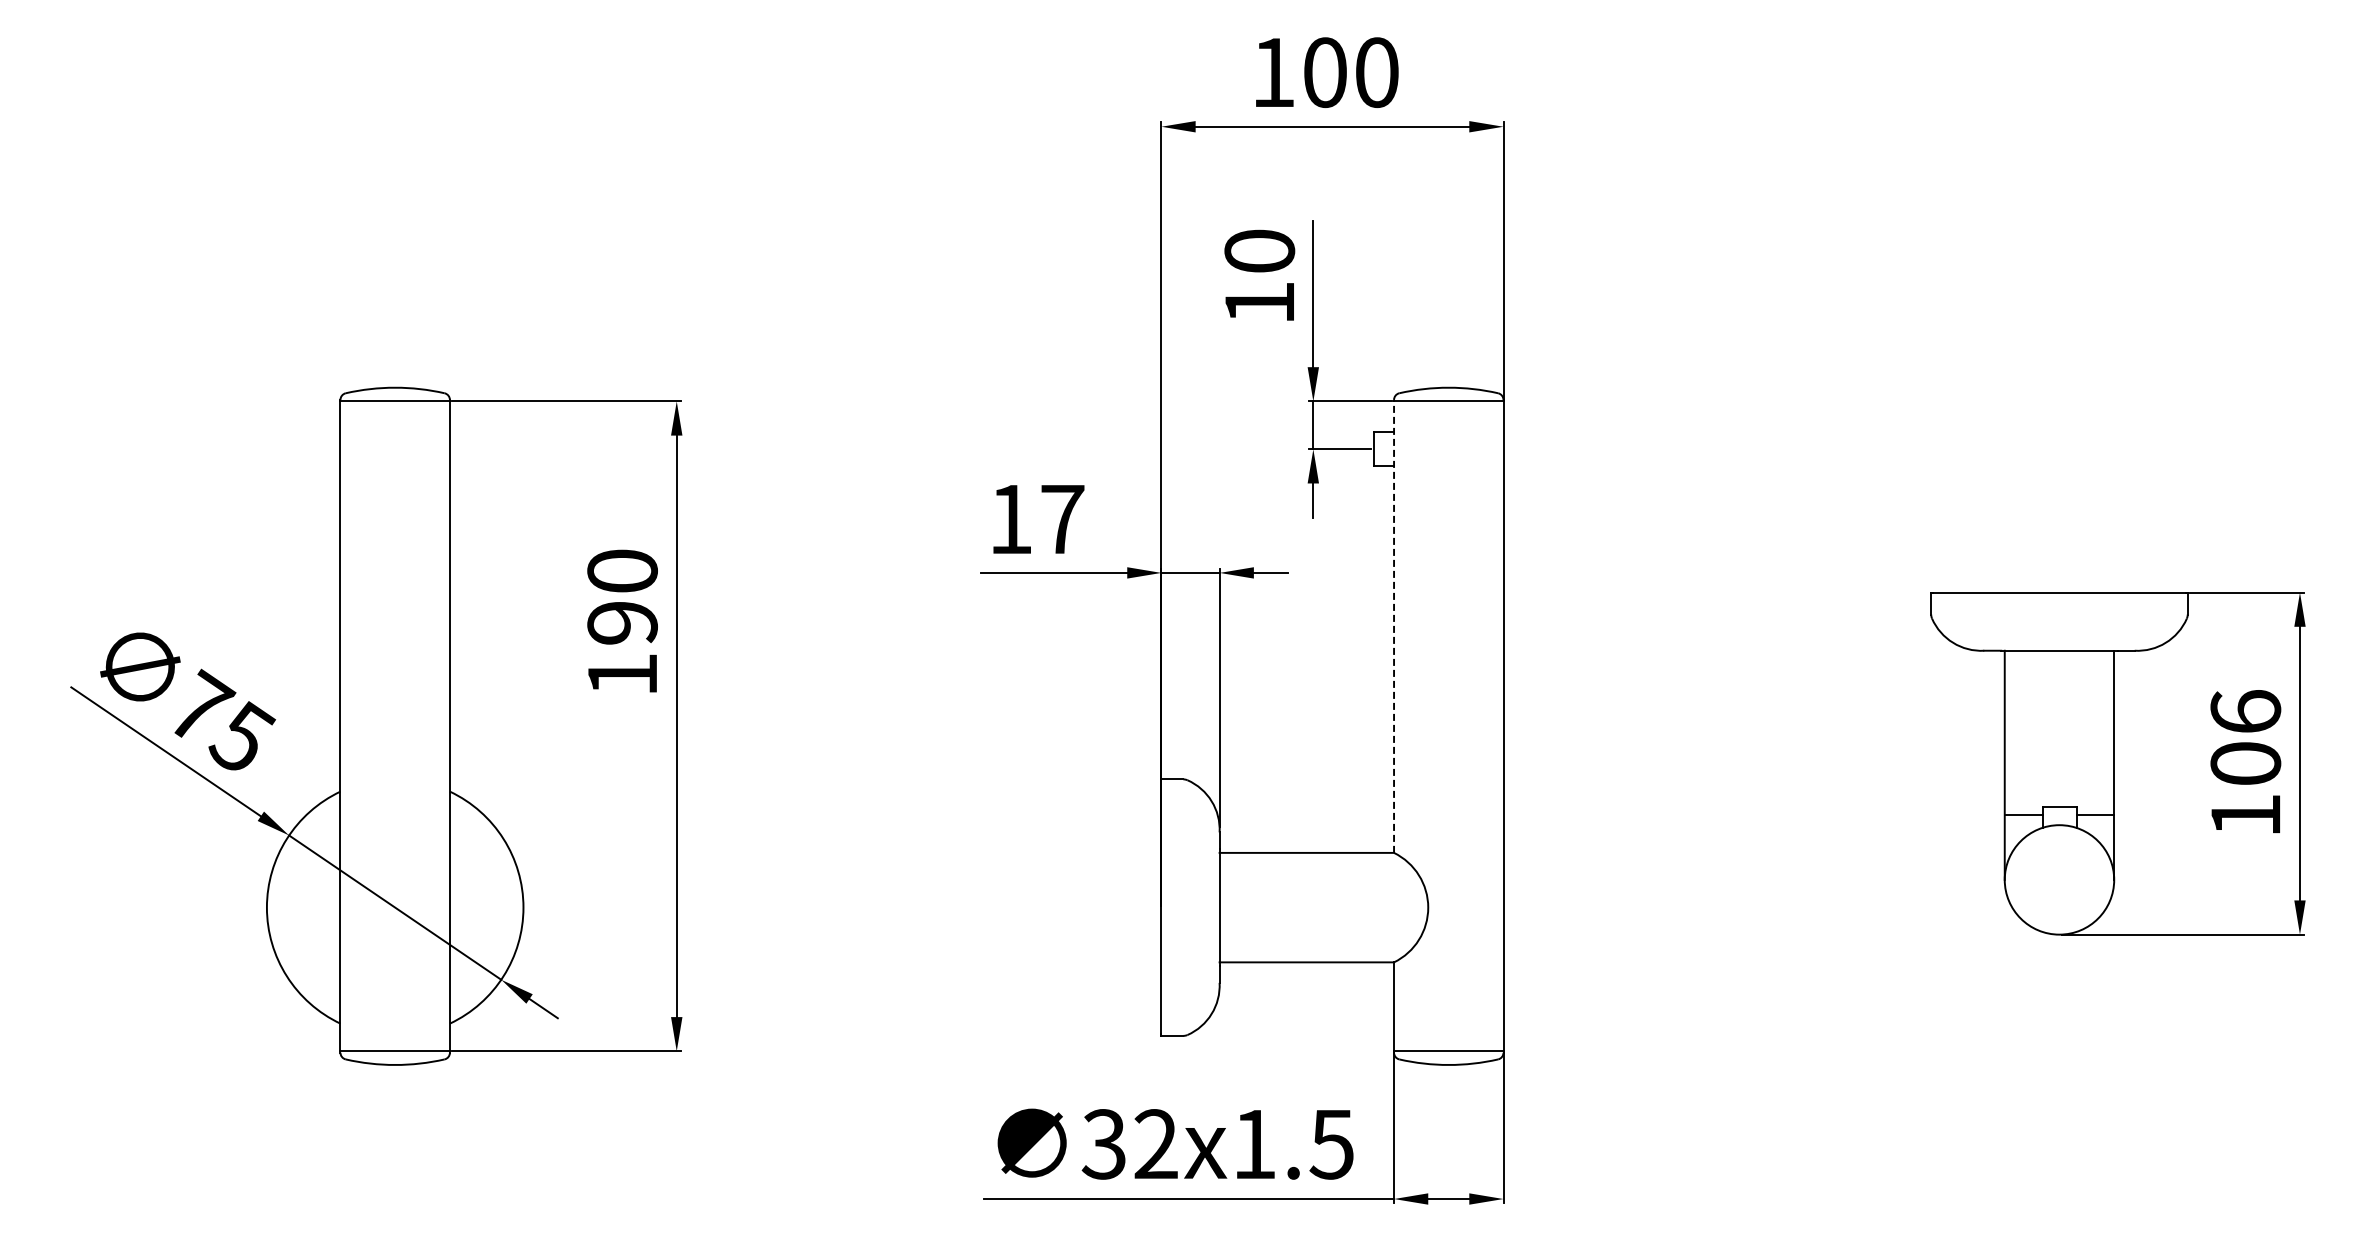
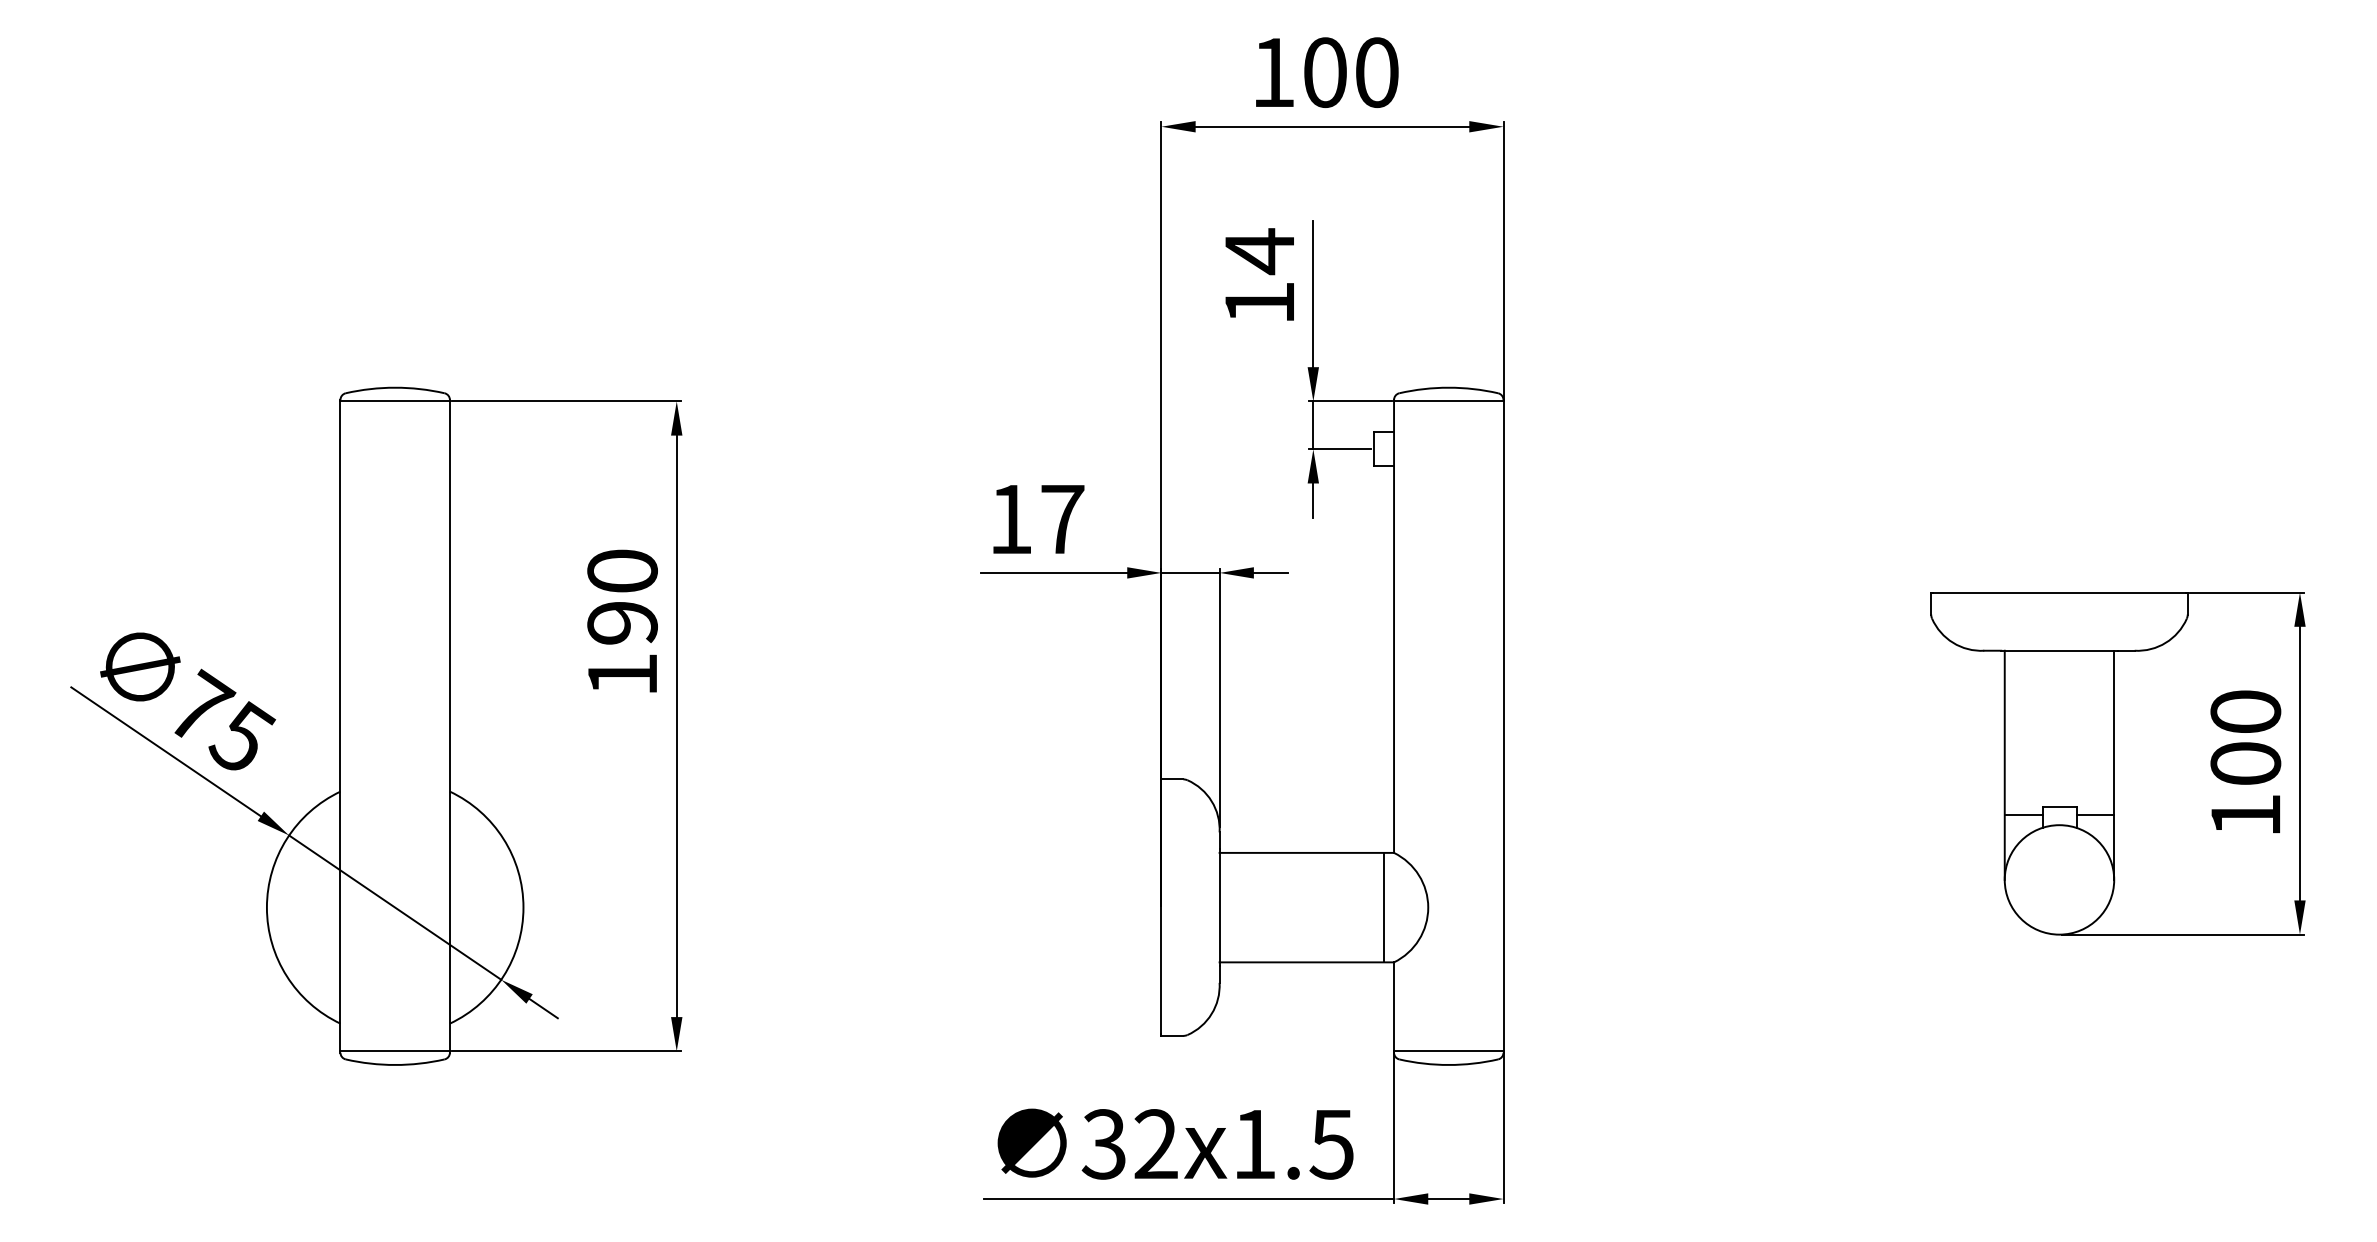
text at (1259, 251): 10 -> 14
line at (1394, 625): dashed -> solid
text at (2245, 711): 106 -> 100
line at (1383, 907): none -> present
